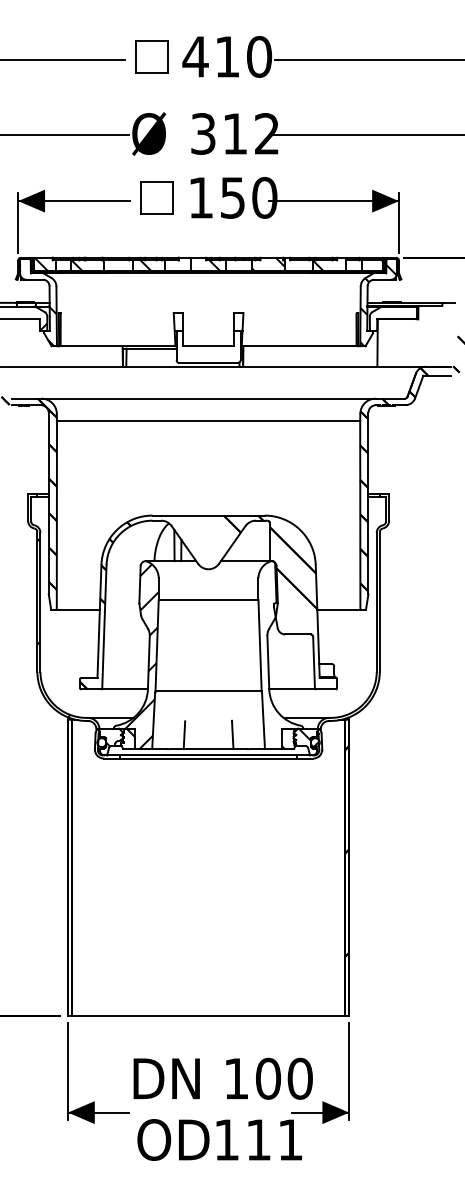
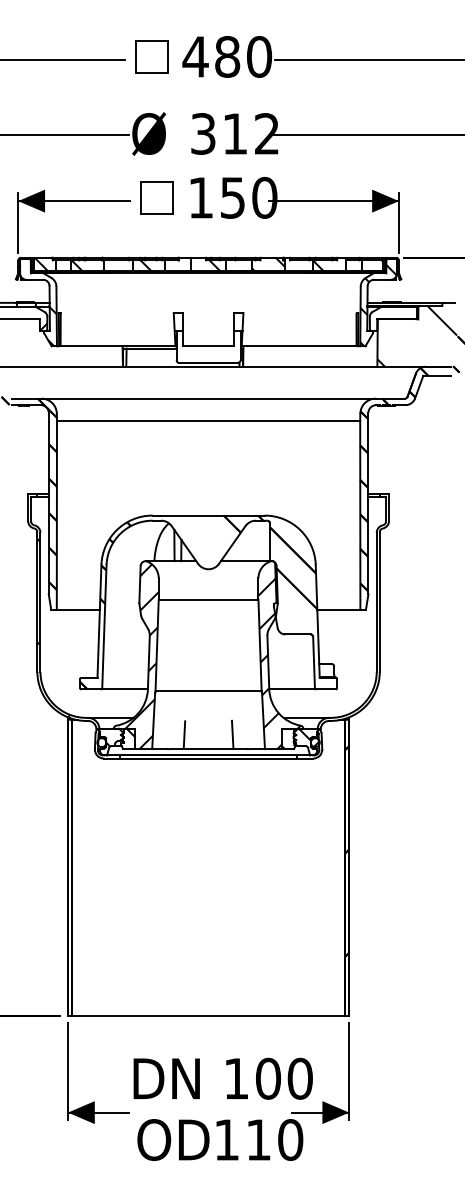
text at (227, 56): 410 -> 480
hatch at (417, 335): none -> present
hatch at (279, 663): none -> present
text at (290, 1139): 111 -> 110
